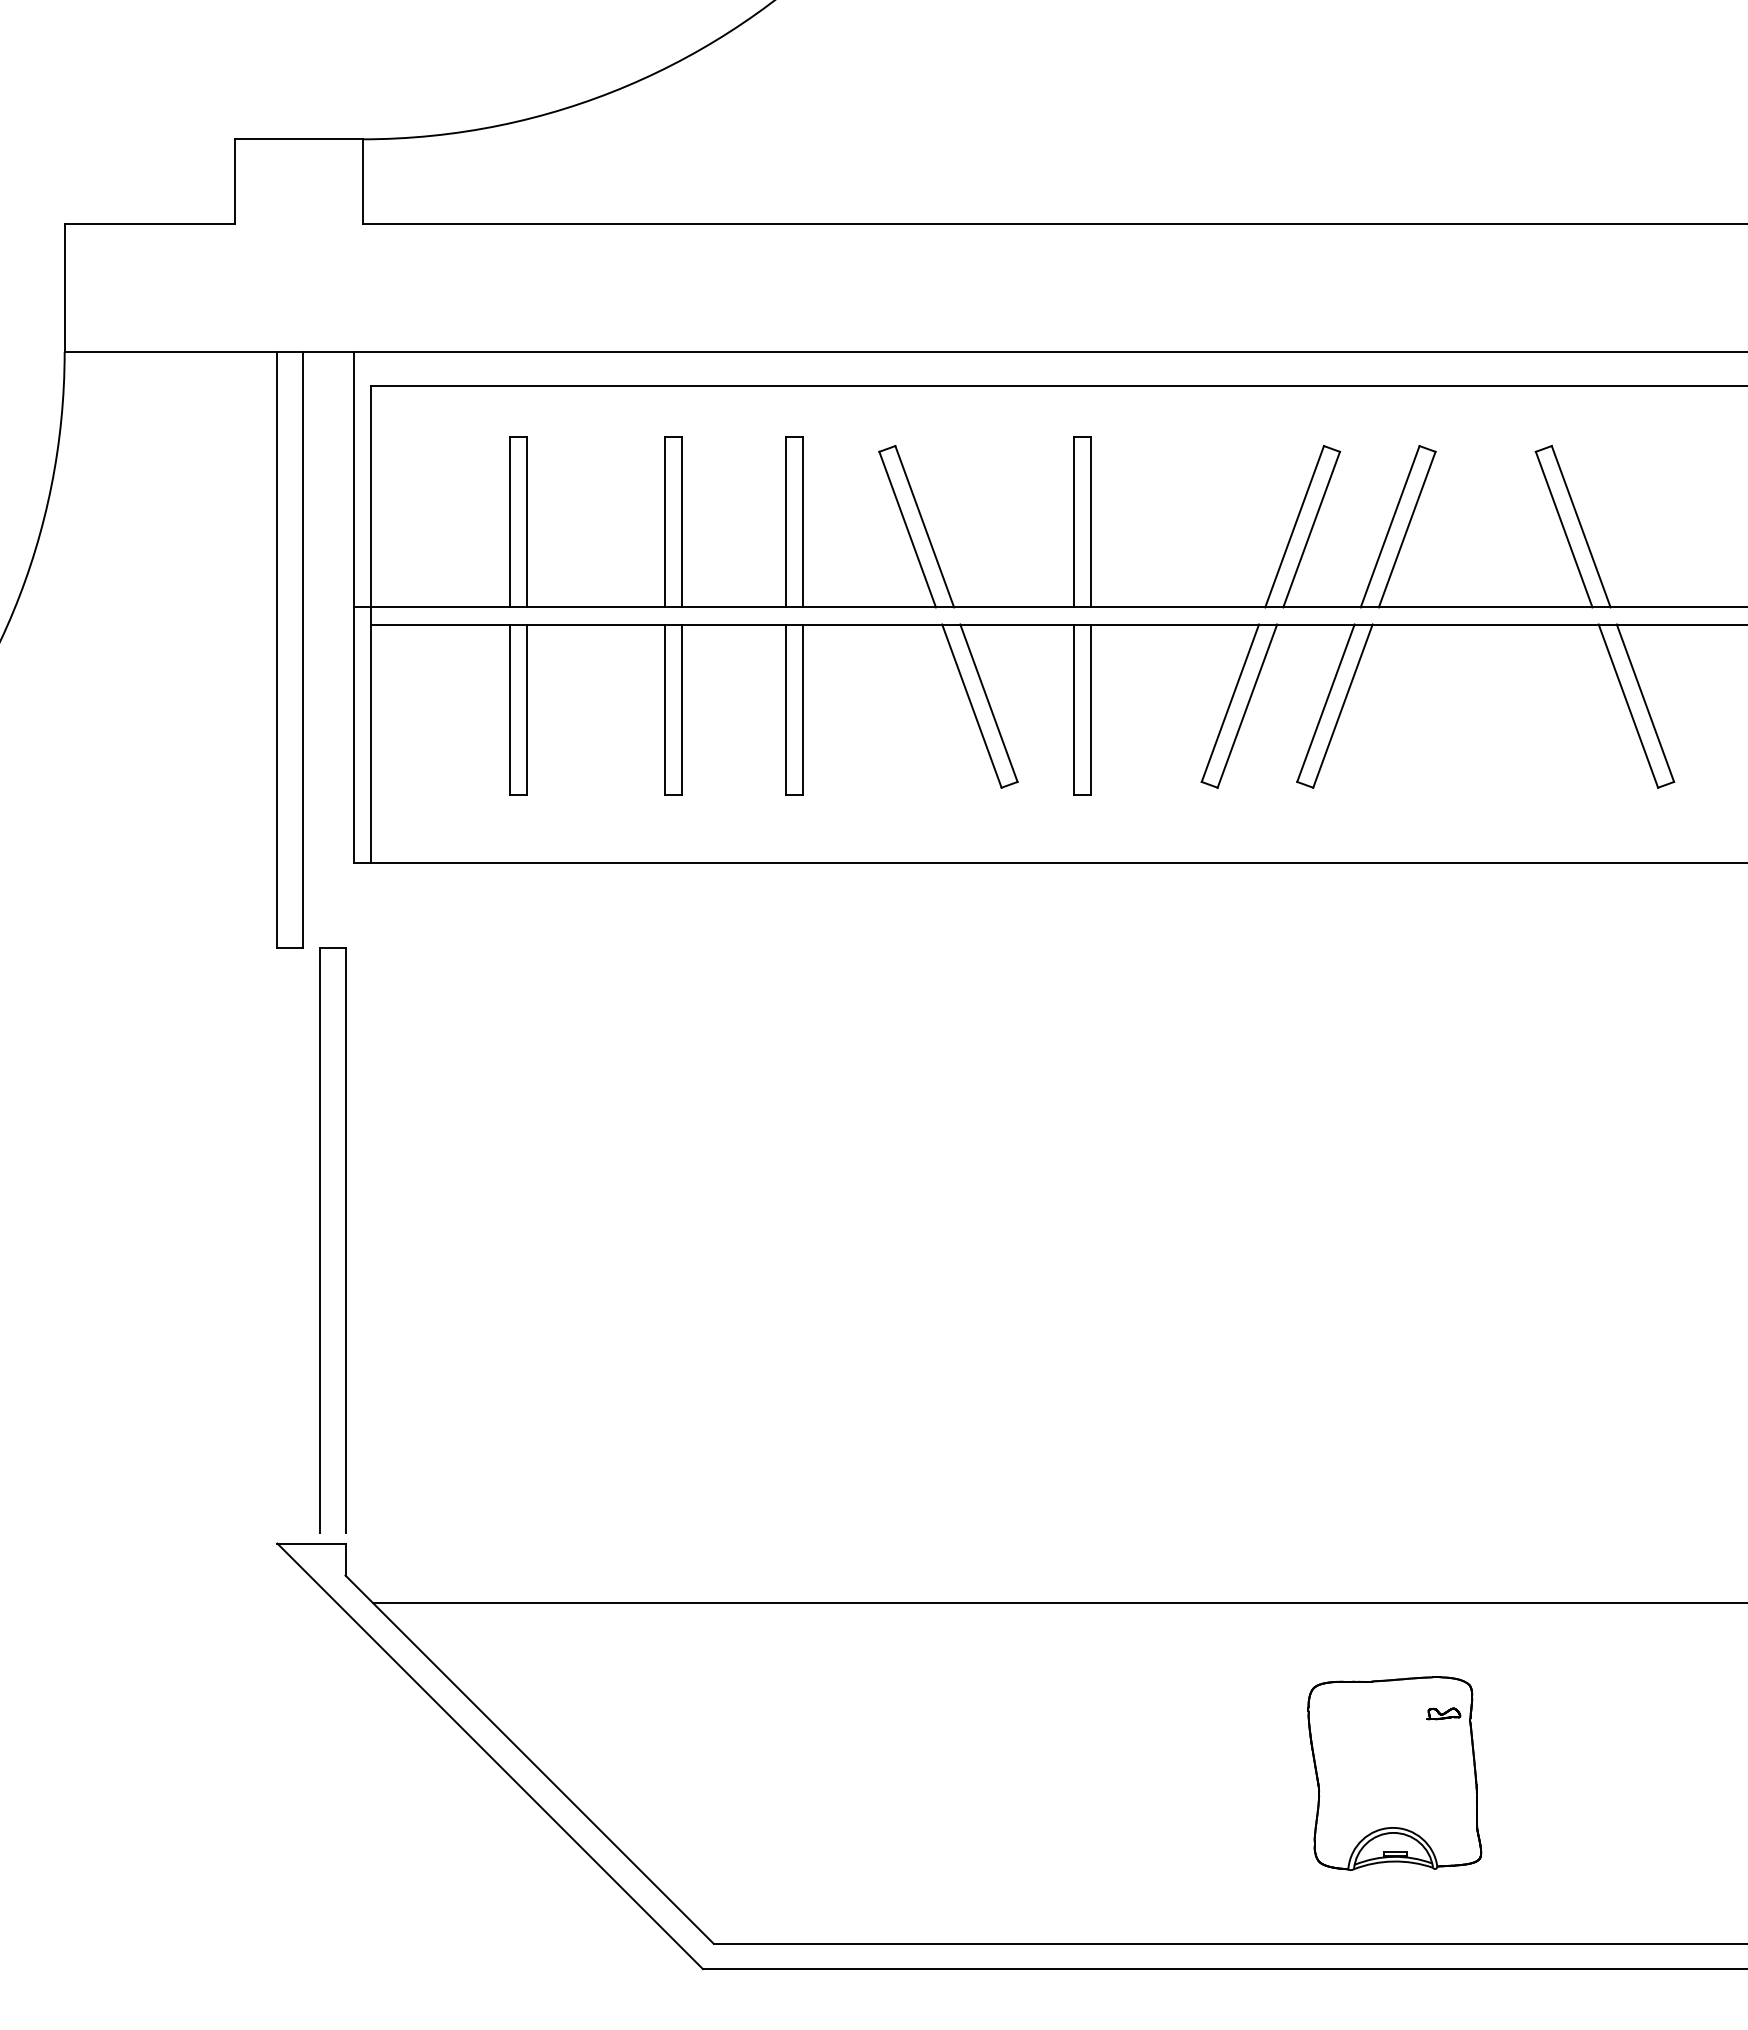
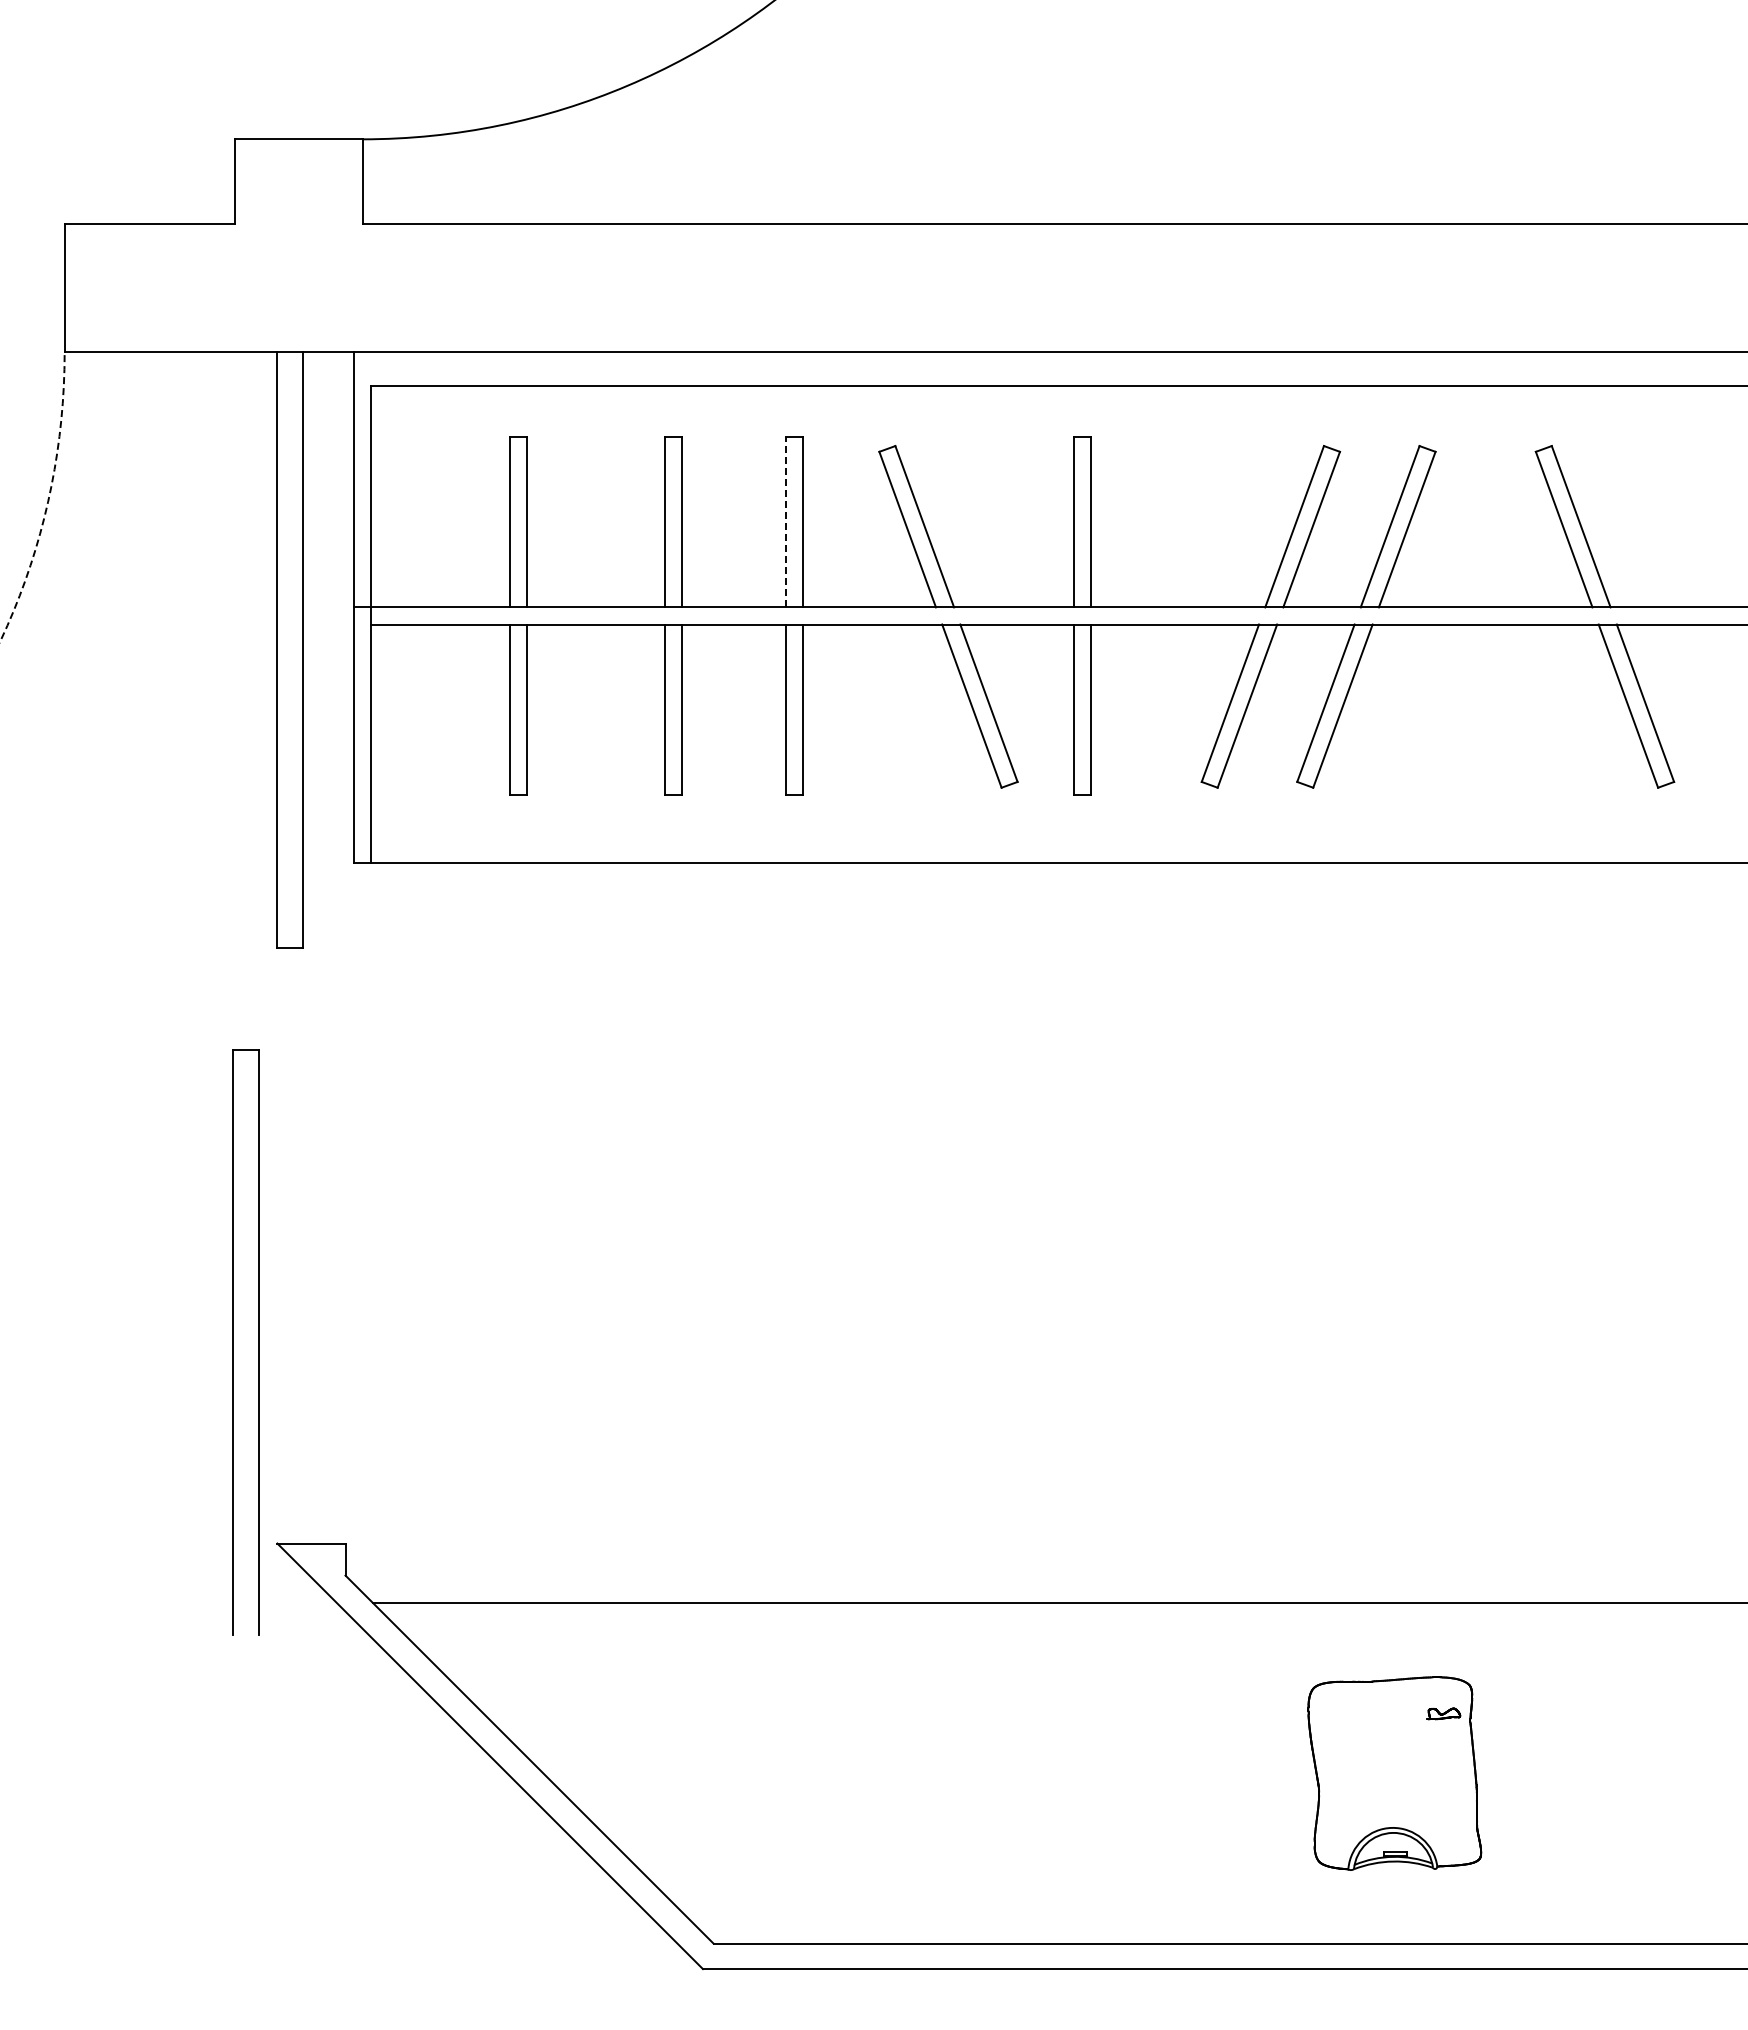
arc at (48, 502): solid -> dashed
line at (785, 521): solid -> dashed
part at (320, 1240) position: (320, 1240) -> (233, 1342)
